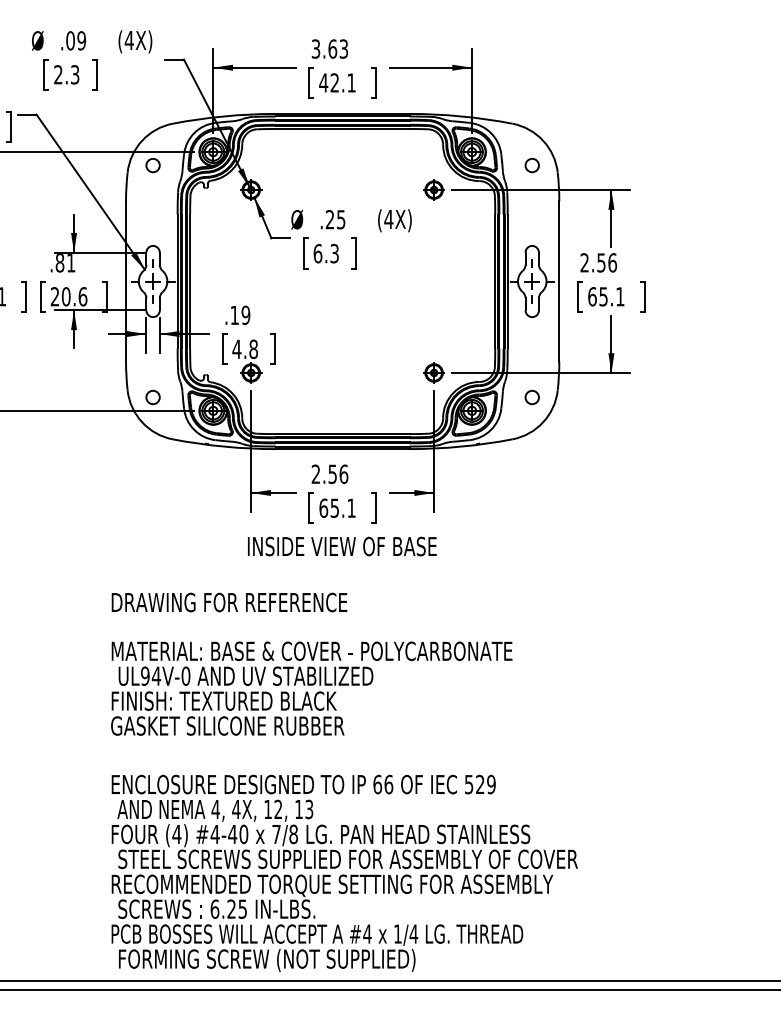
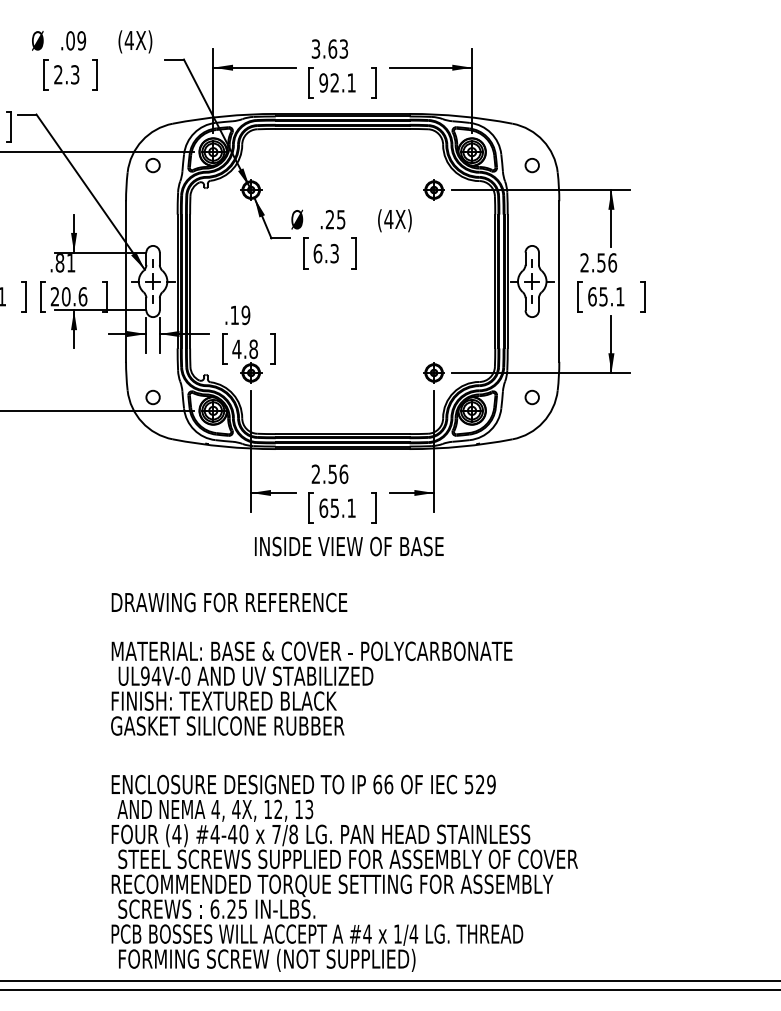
text at (323, 82): 42.1 -> 92.1
text at (342, 546) position: (342, 546) -> (349, 546)
